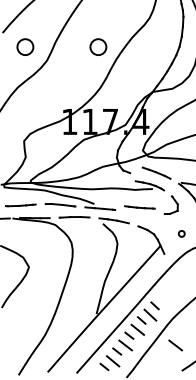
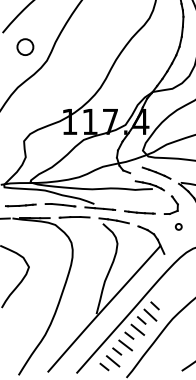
part at (98, 46): present -> none
line at (139, 207) position: (139, 207) -> (139, 212)
part at (181, 233) position: (181, 233) -> (178, 226)
line at (175, 345): present -> none
